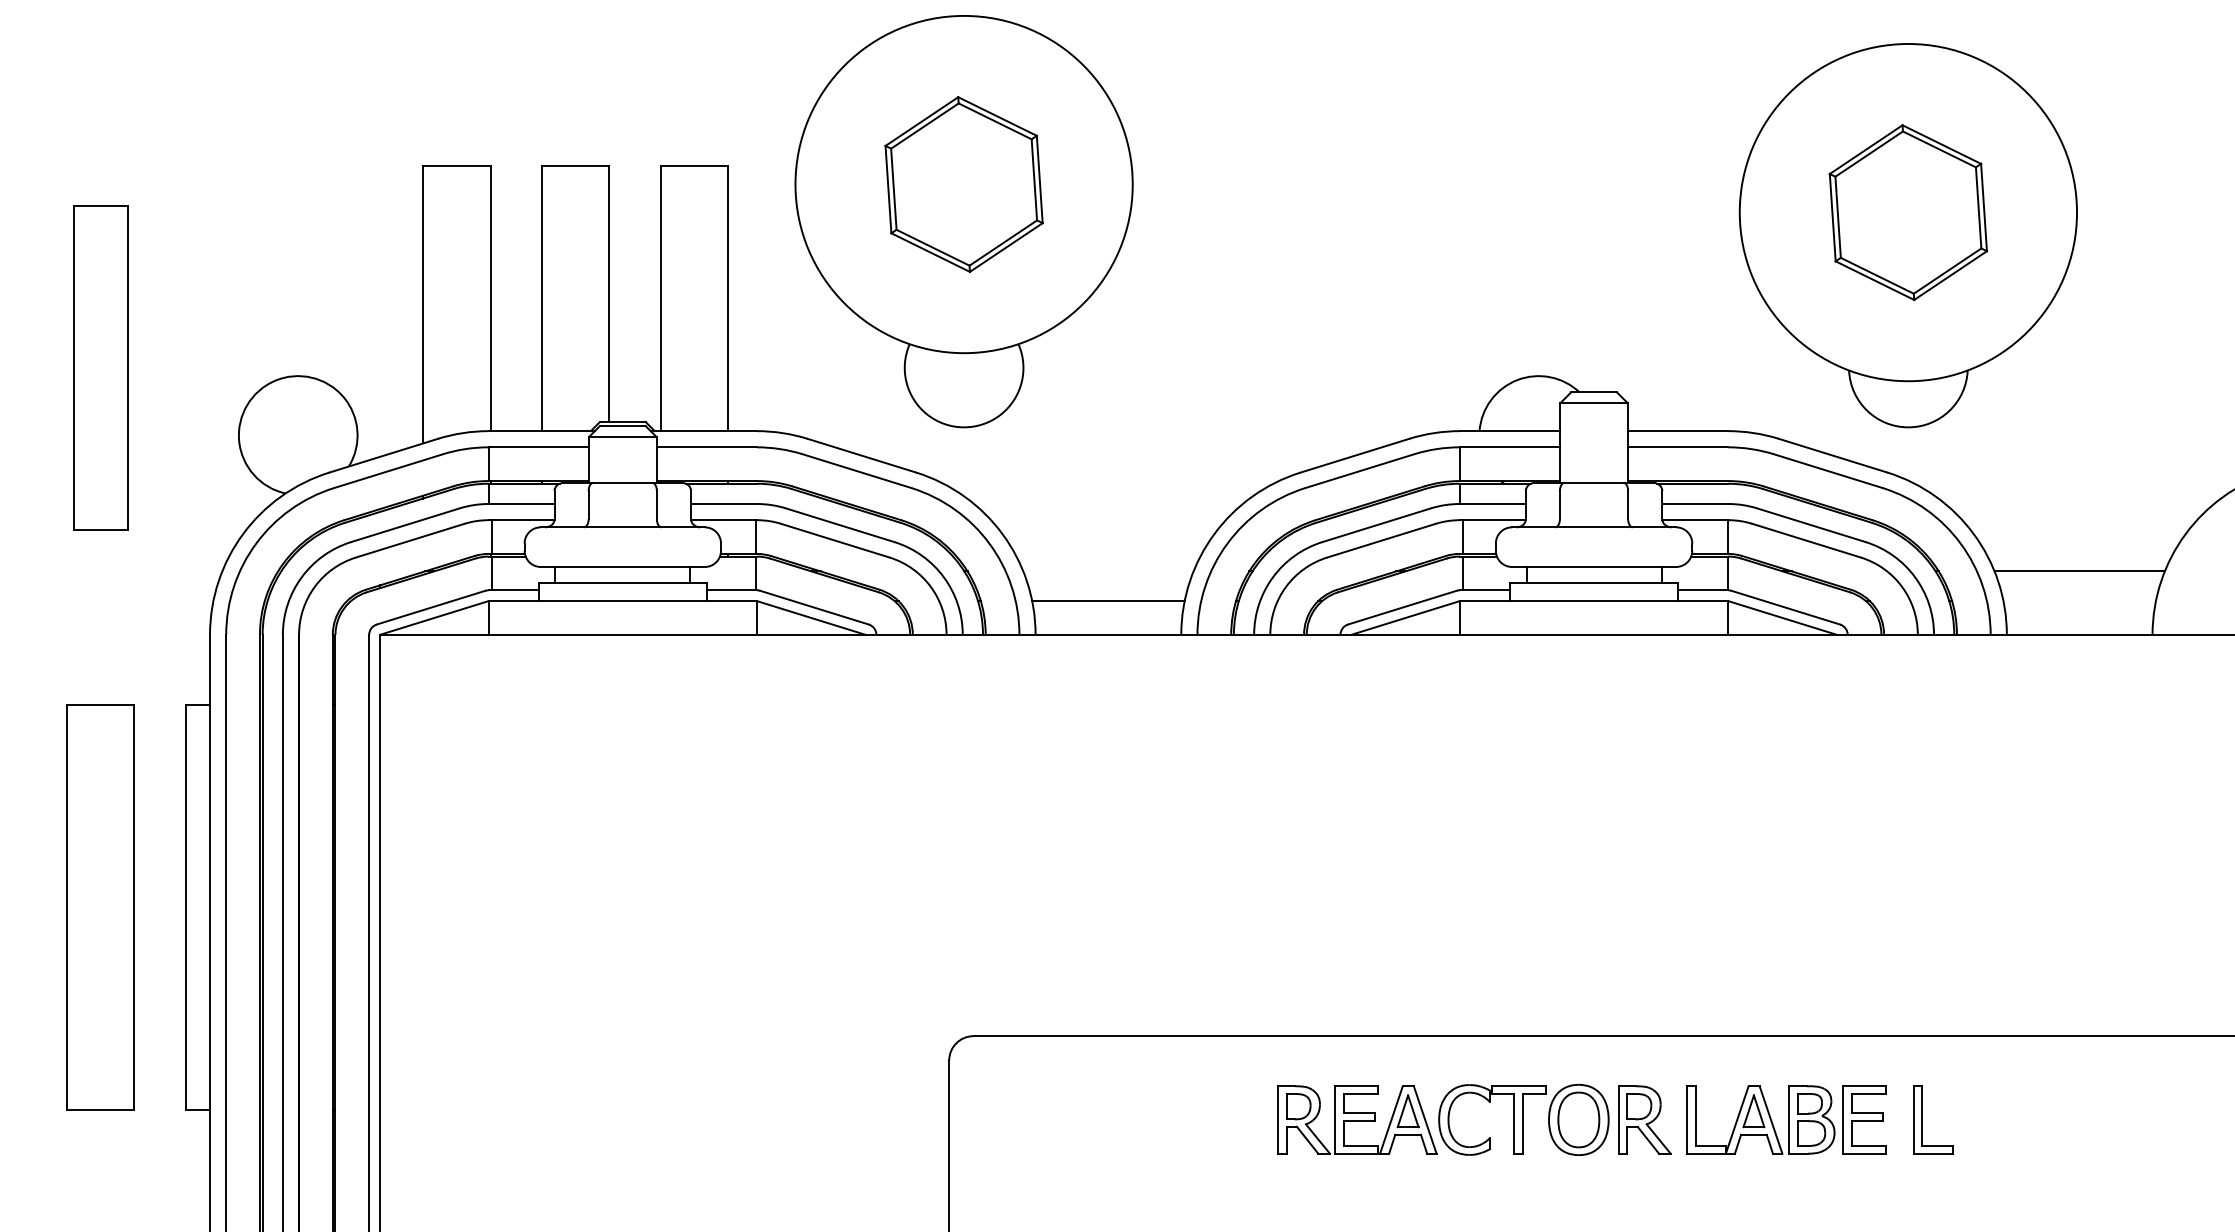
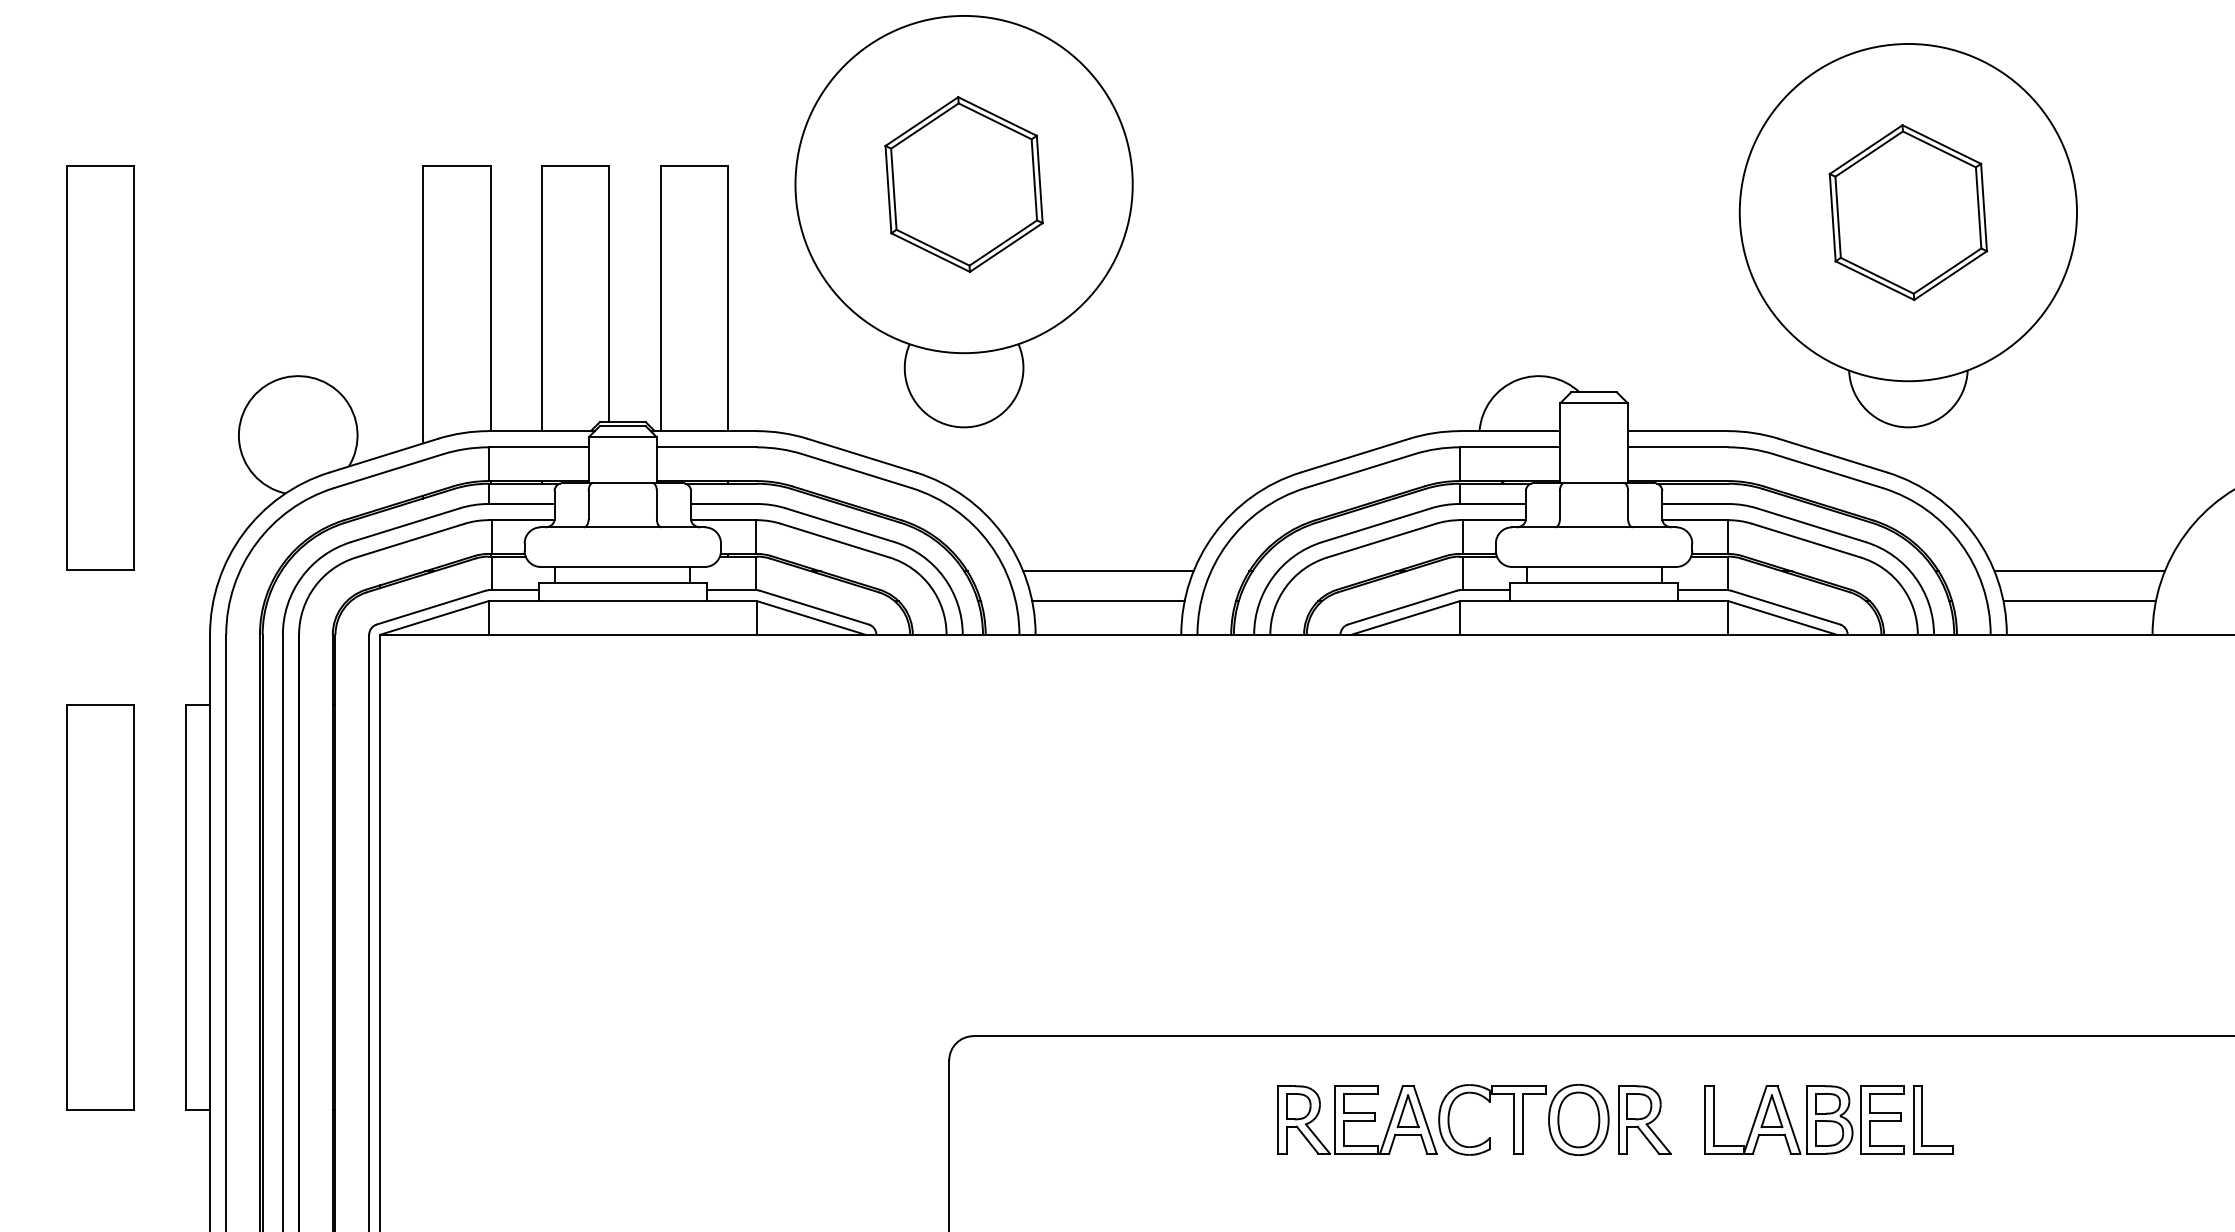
part at (100, 367) size: 56x326 px -> 69x406 px
line at (1108, 571): none -> present
line at (2079, 601): none -> present
part at (1786, 1119) position: (1786, 1119) -> (1804, 1119)
